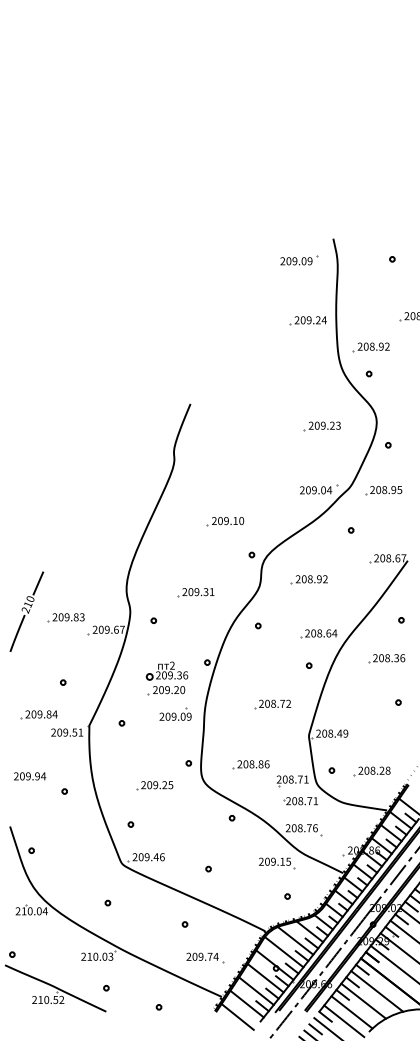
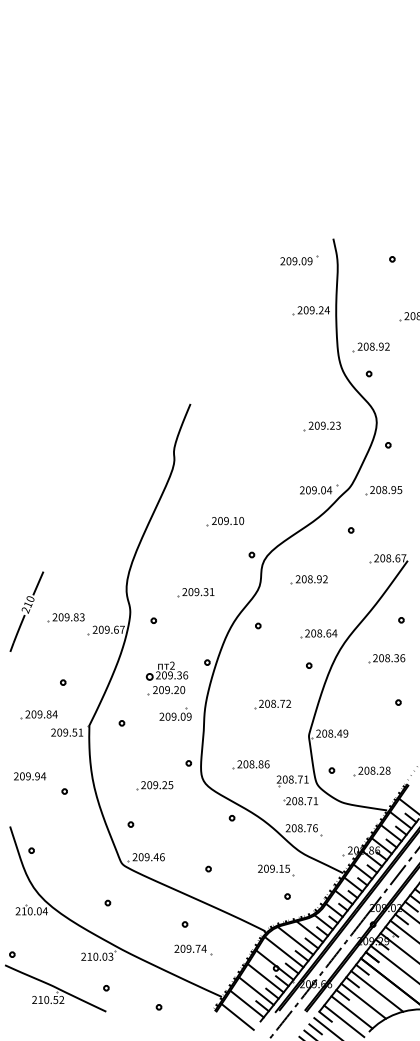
part at (307, 320) position: (307, 320) -> (310, 310)
part at (277, 863) position: (277, 863) -> (276, 870)
part at (205, 957) position: (205, 957) -> (193, 949)
